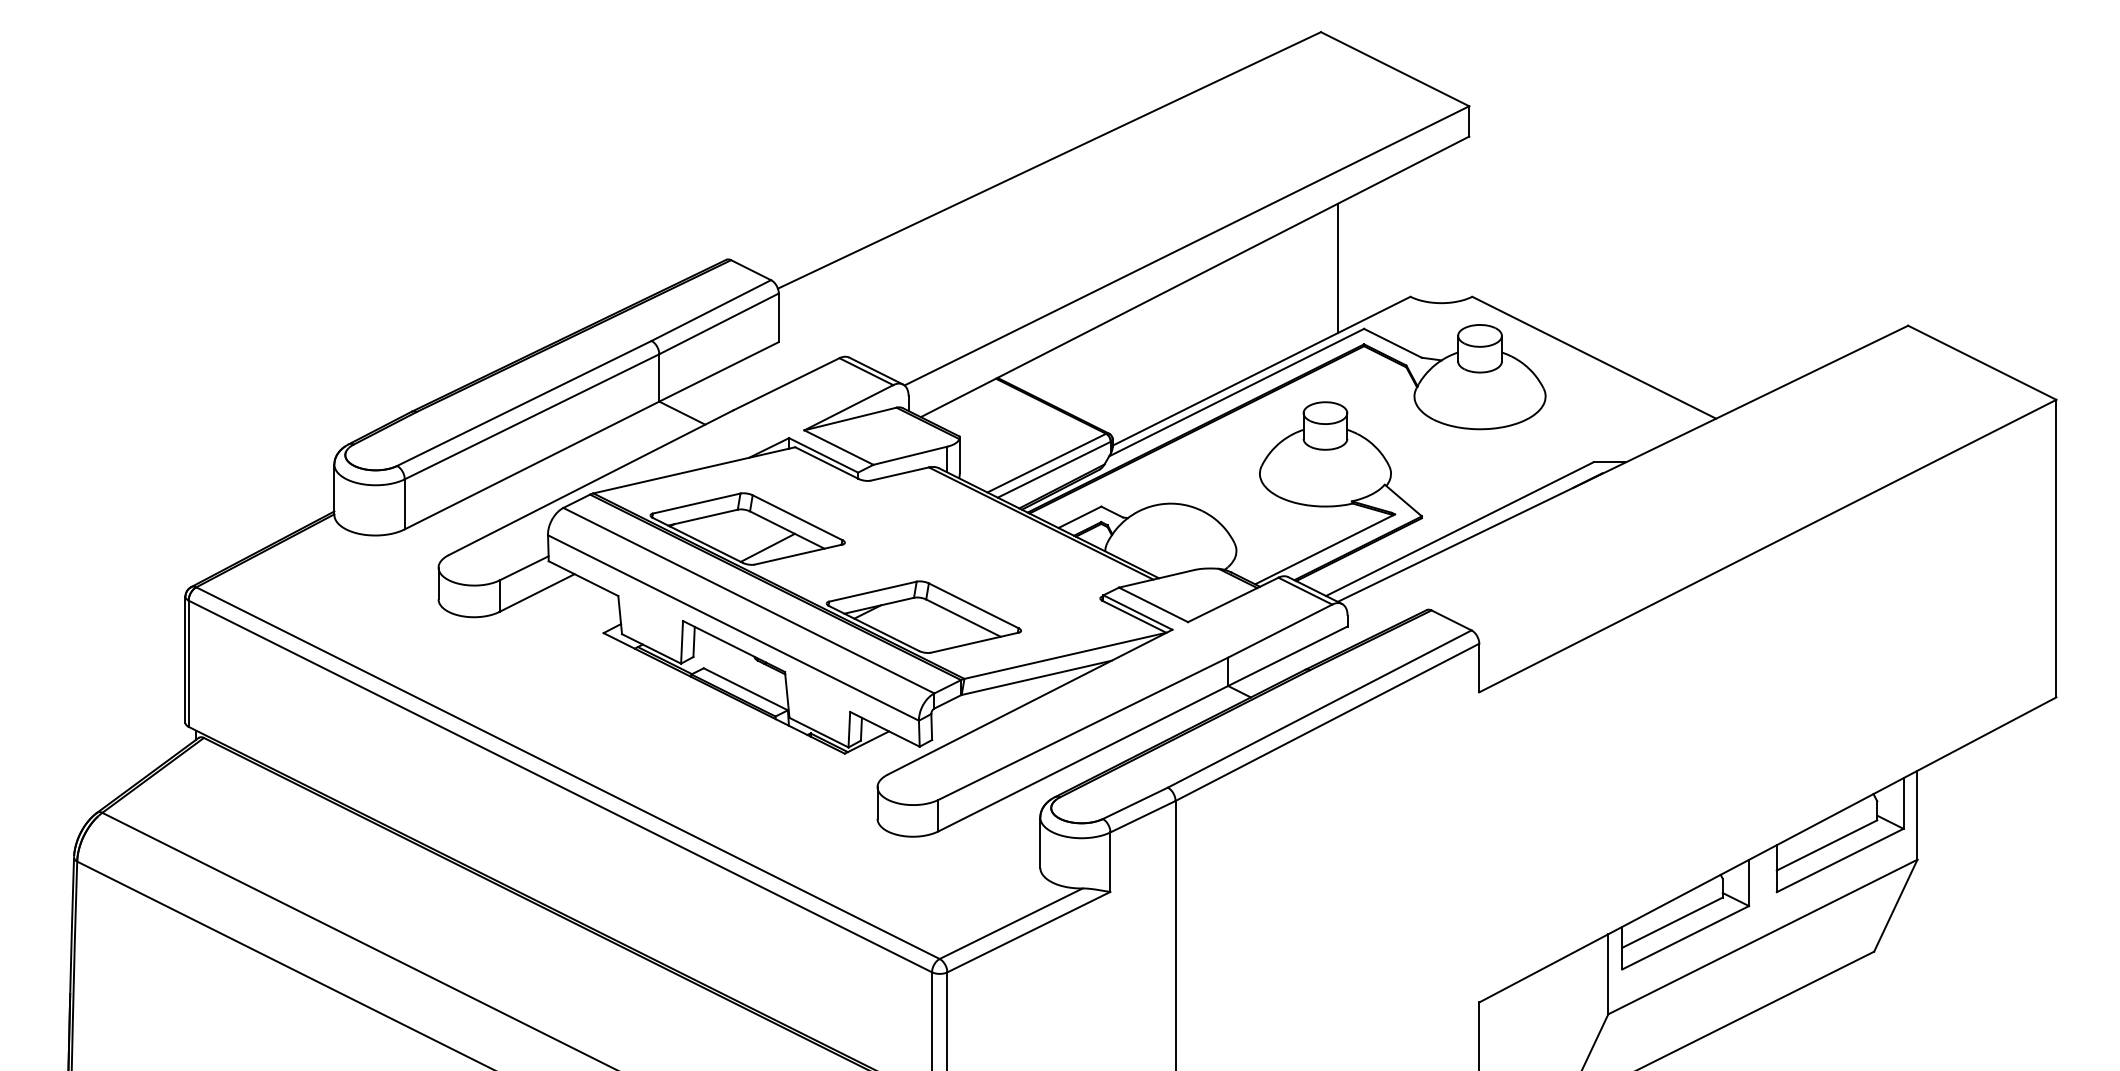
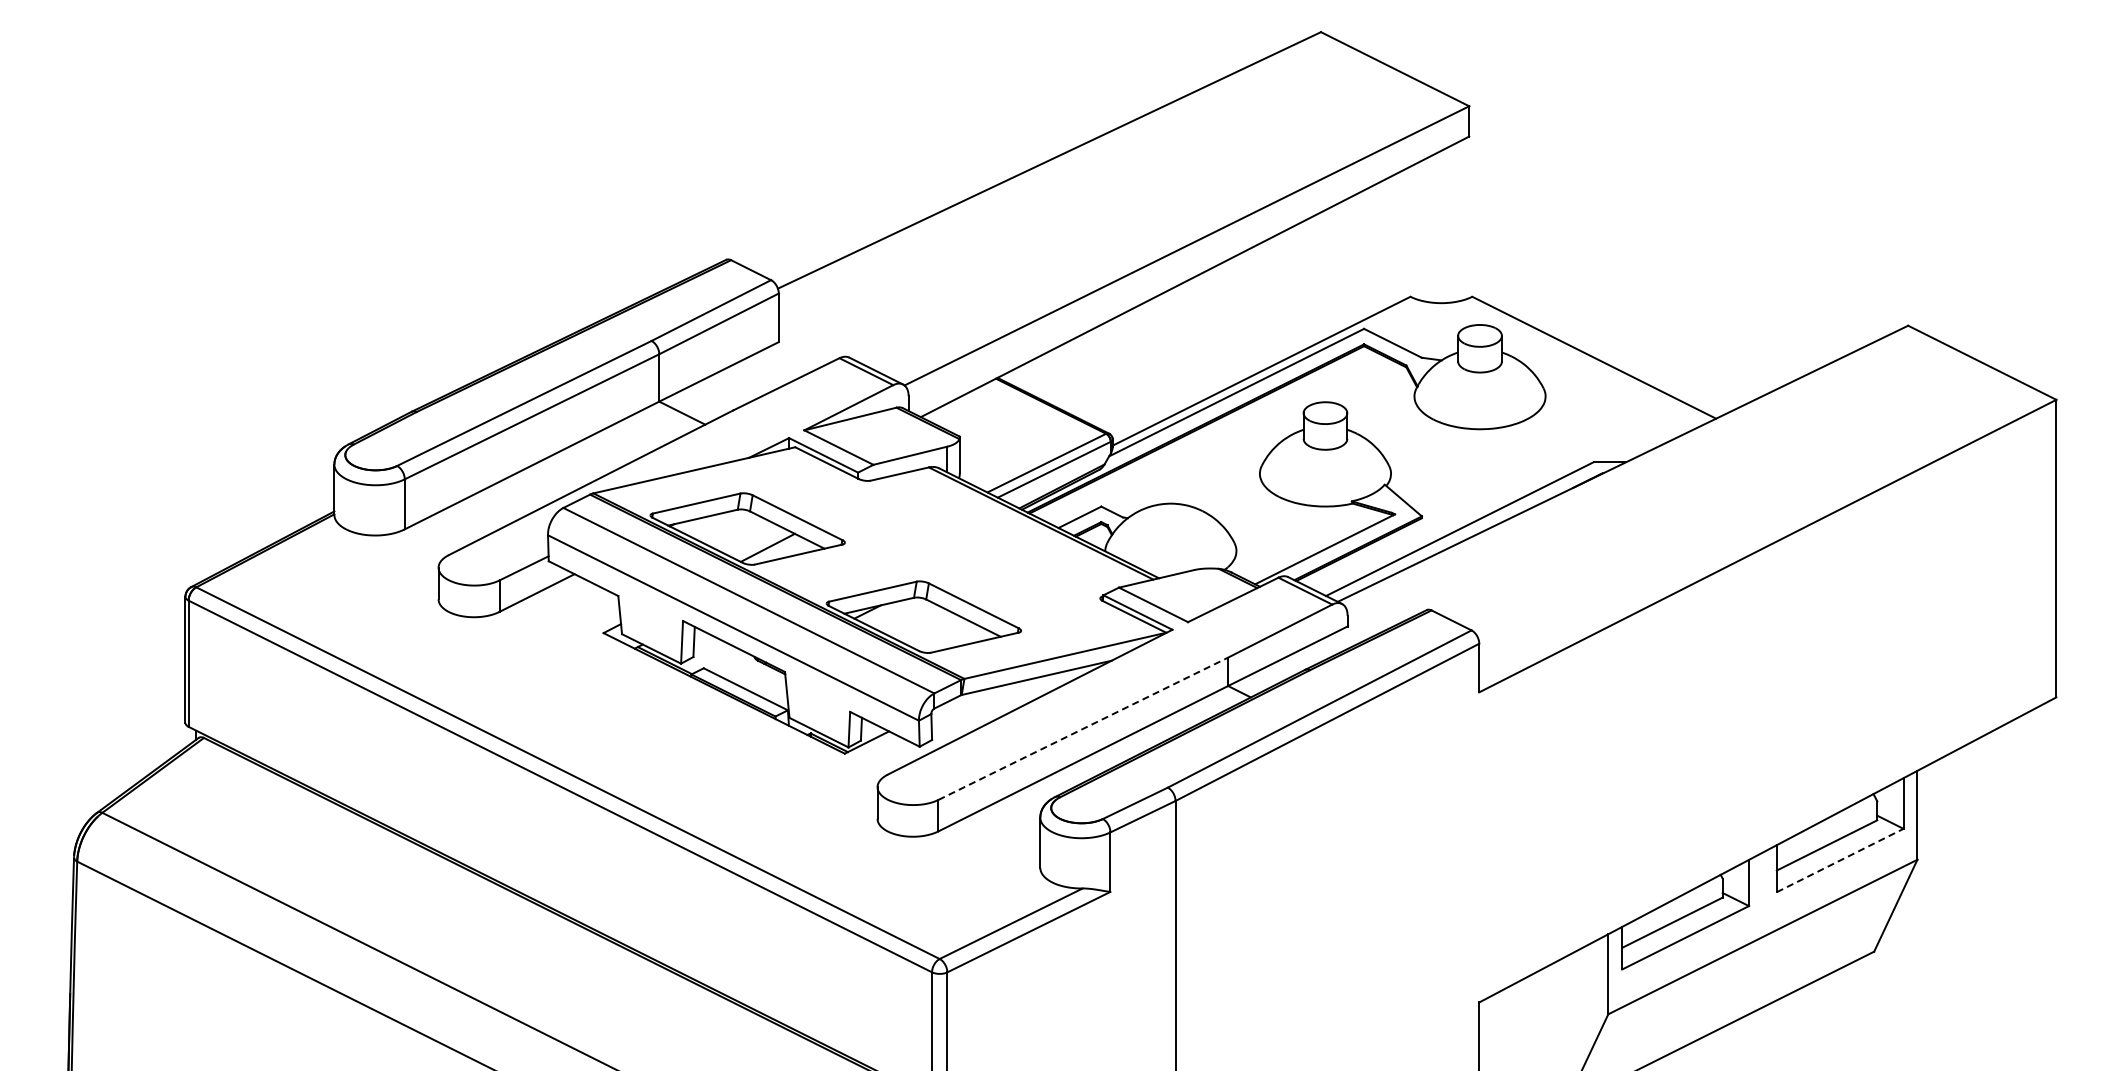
line at (1337, 268): present -> none
line at (1083, 728): solid -> dashed
line at (1840, 860): solid -> dashed
